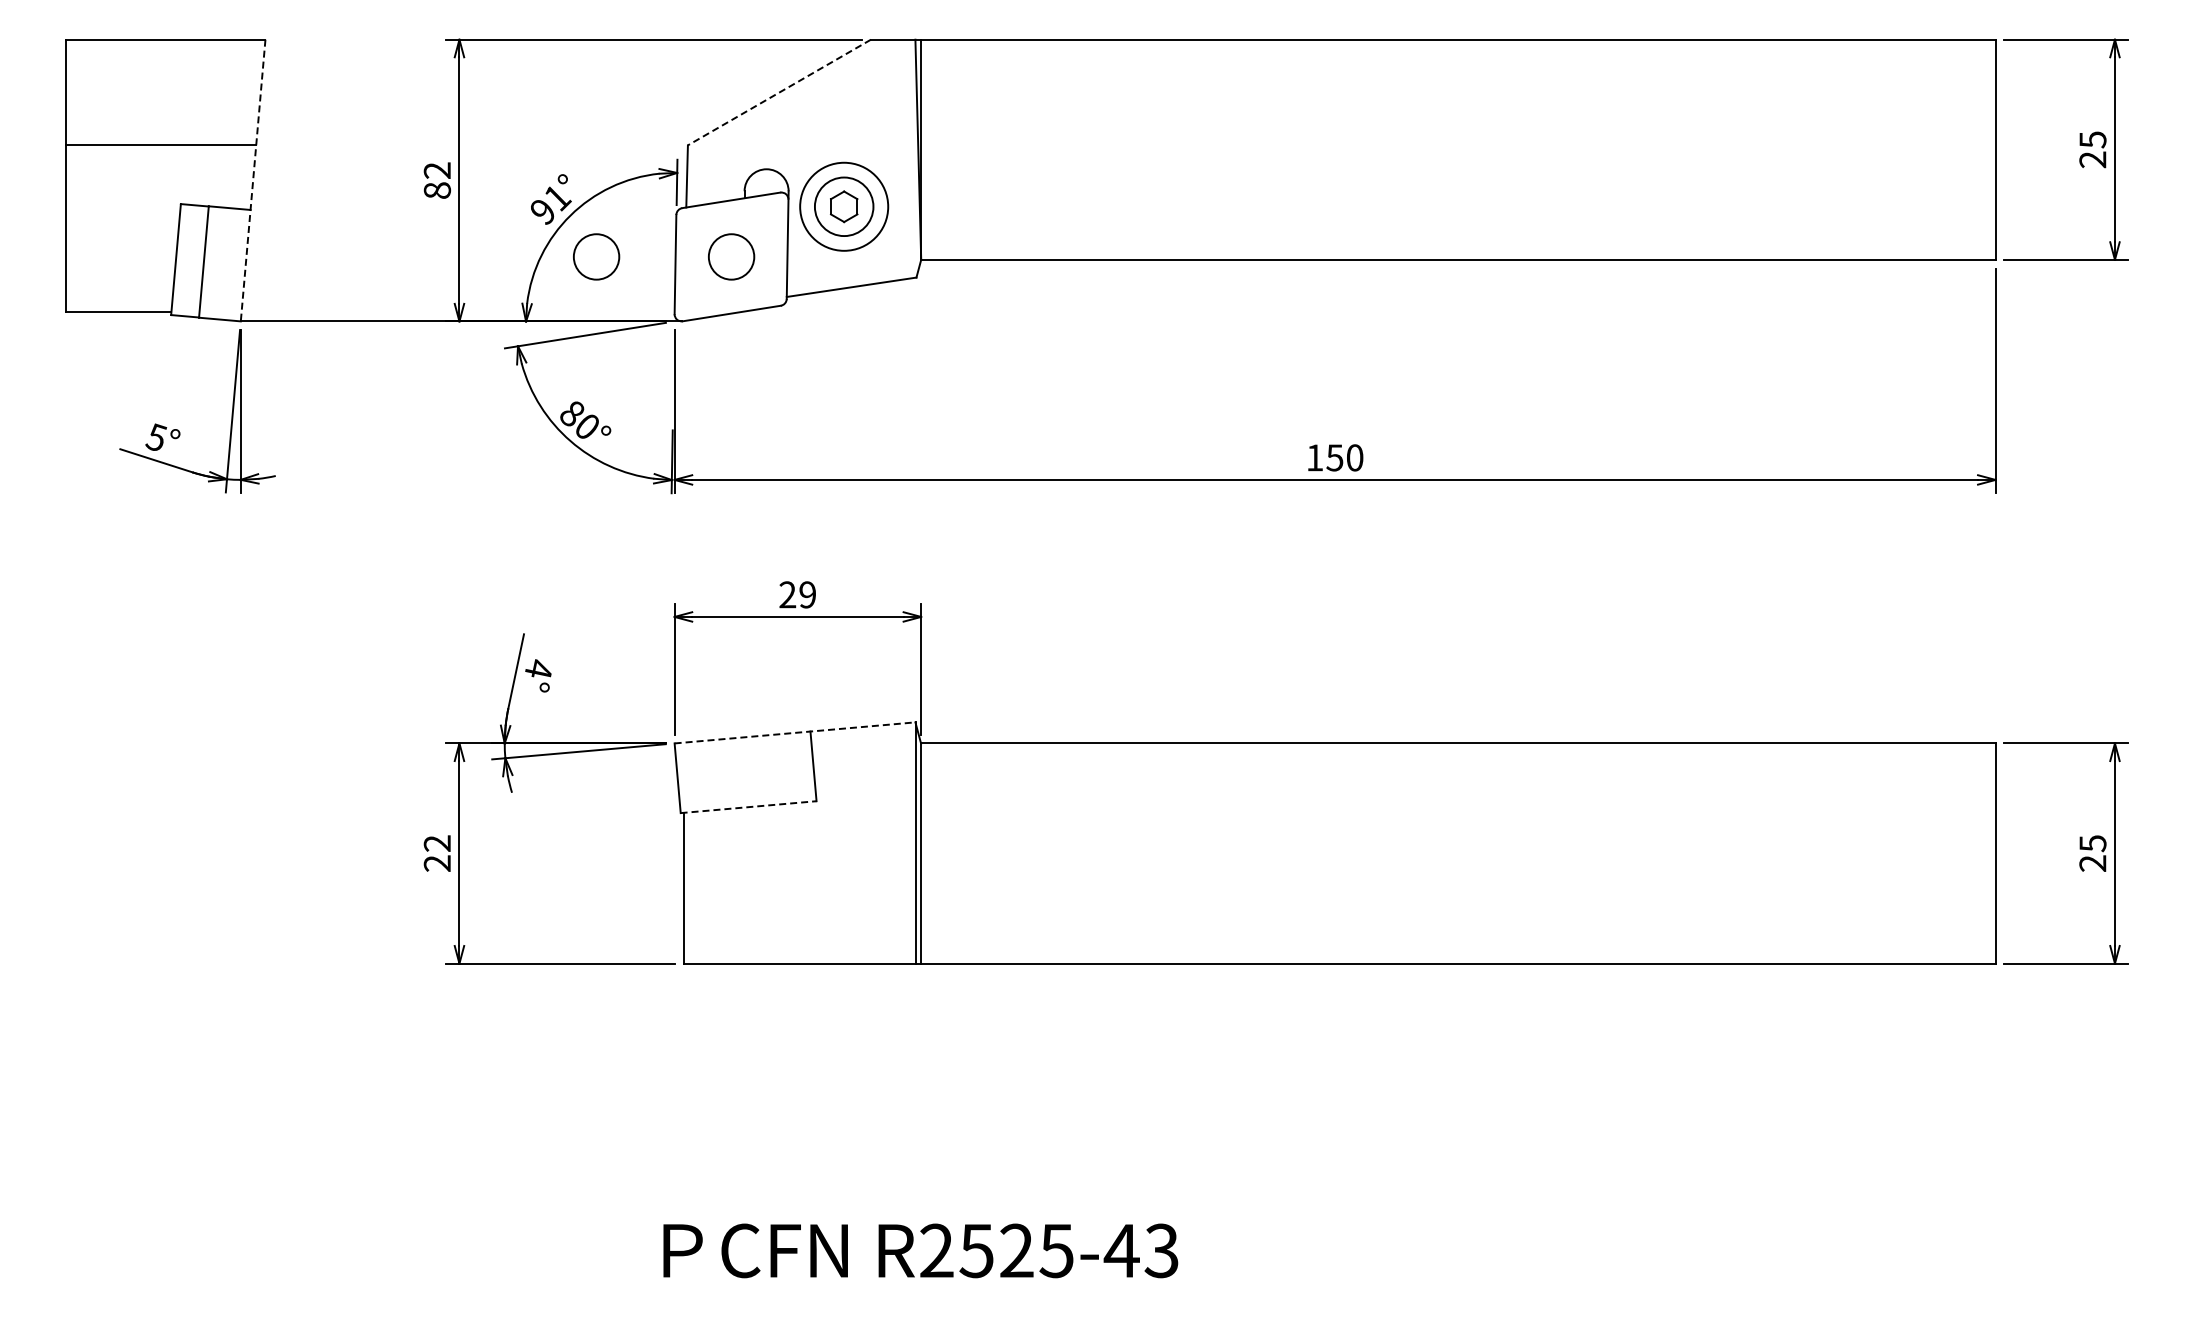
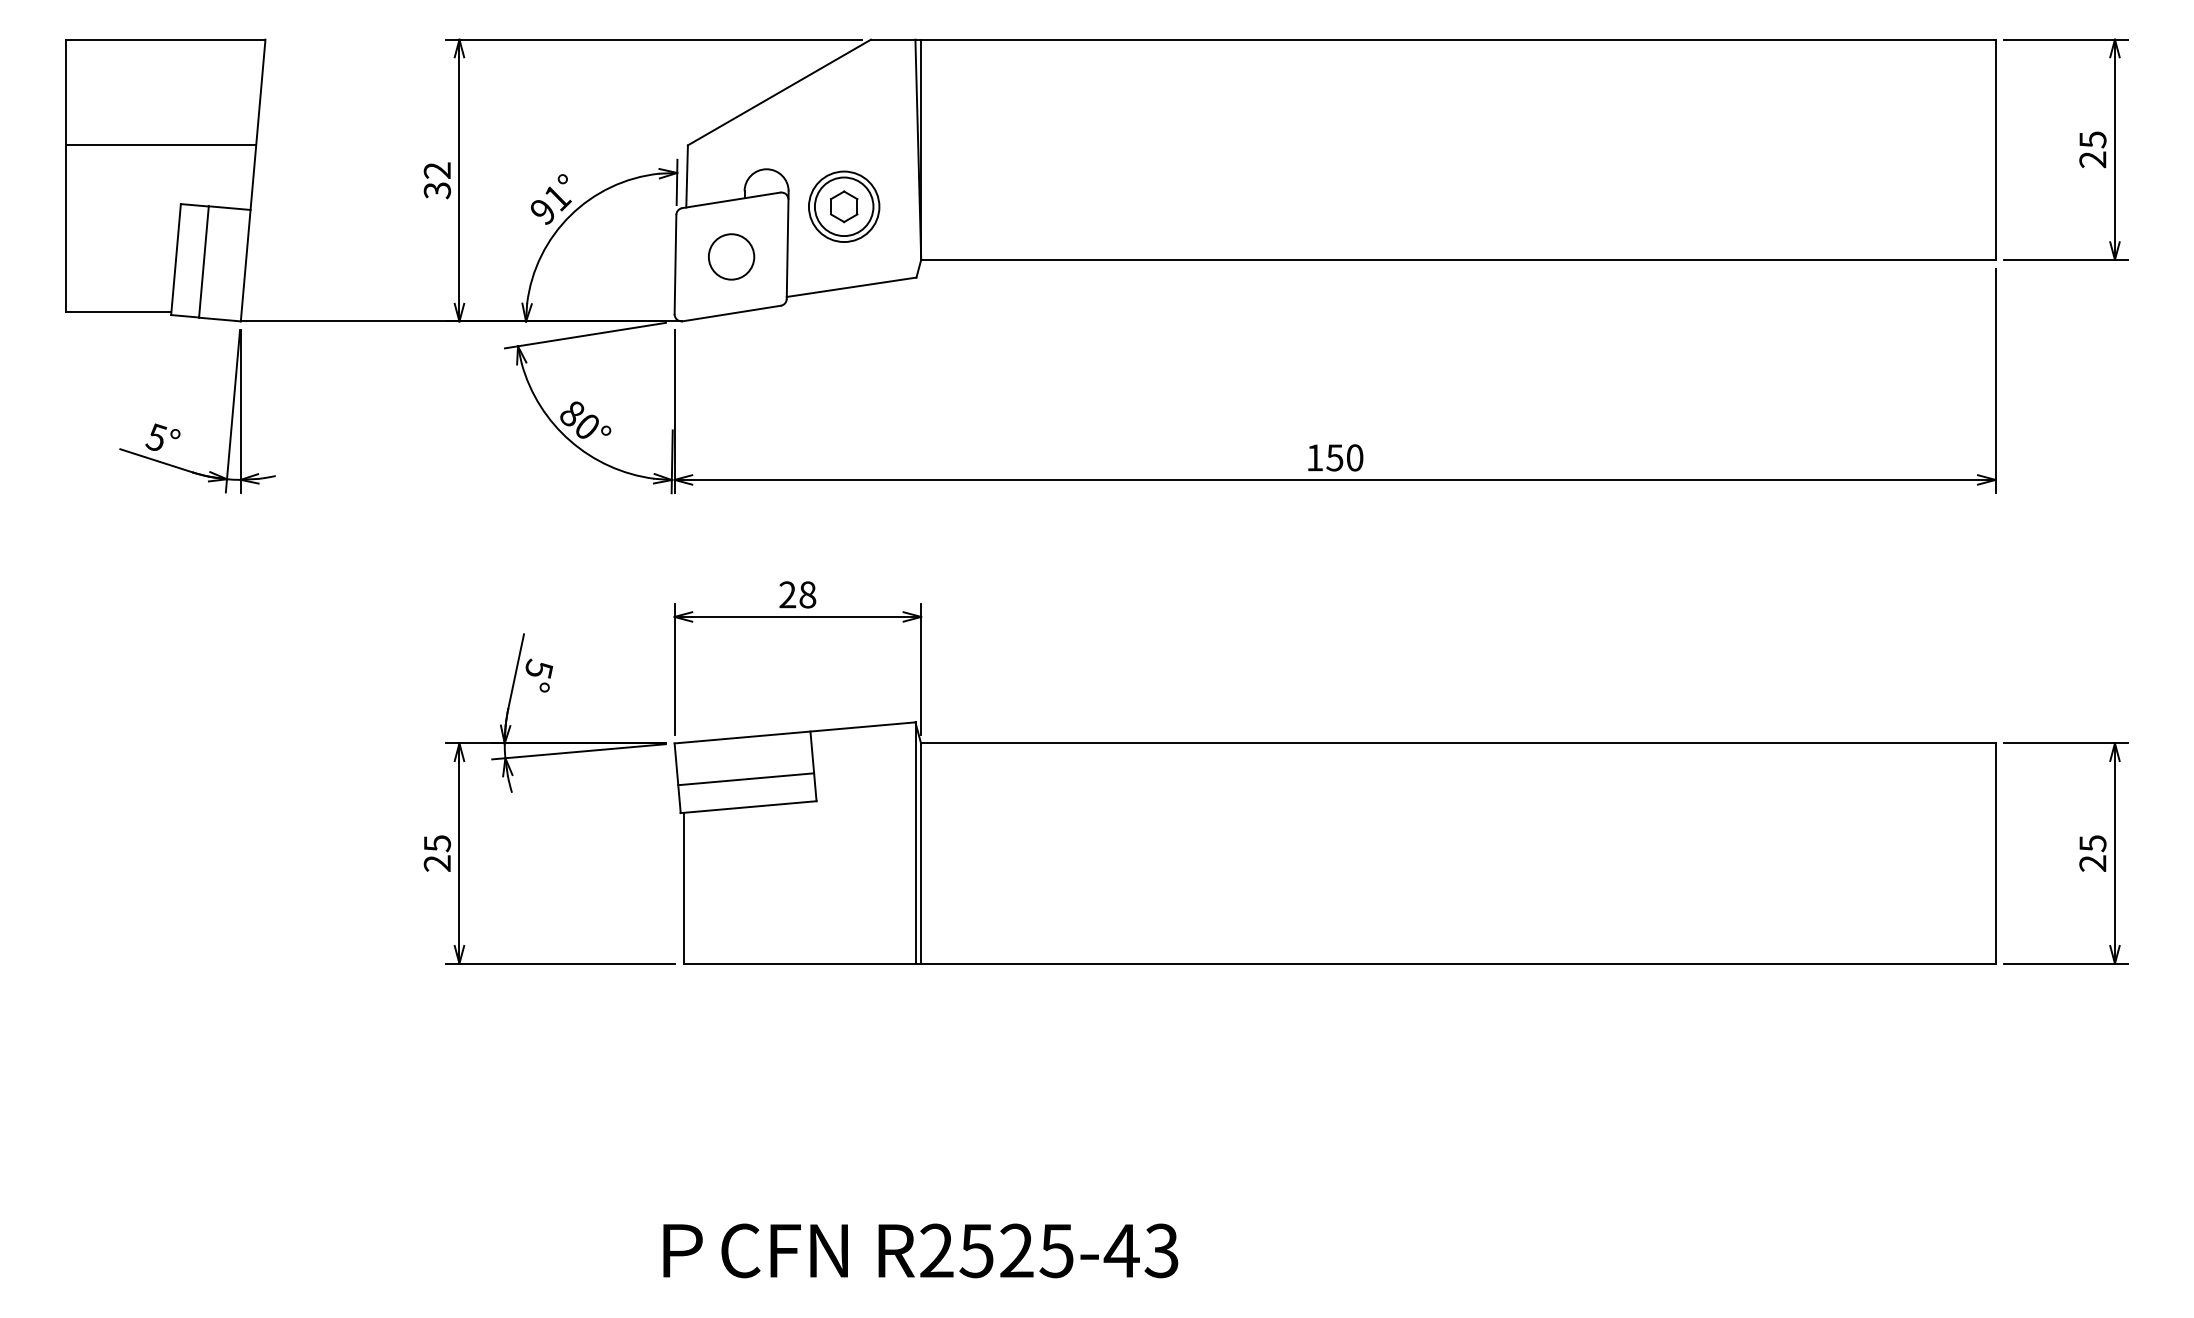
line at (779, 92): dashed -> solid
line at (253, 181): dashed -> solid
text at (436, 190): 82 -> 32
circle at (844, 206) diameter: 88 px -> 70 px
circle at (596, 256): present -> none
text at (807, 594): 29 -> 28
text at (539, 668): 4° -> 5°
line at (795, 732): dashed -> solid
line at (746, 779): none -> present
line at (749, 807): dashed -> solid
text at (437, 843): 22 -> 25
